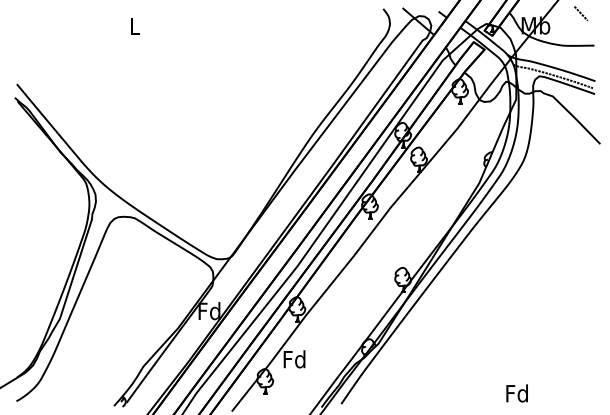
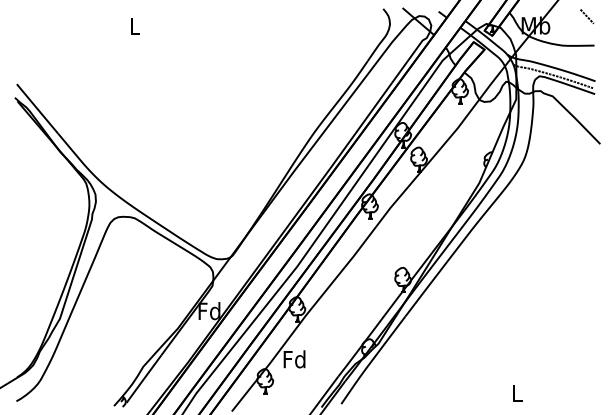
line at (581, 13) position: (581, 13) -> (587, 16)
text at (516, 393): Fd -> L
